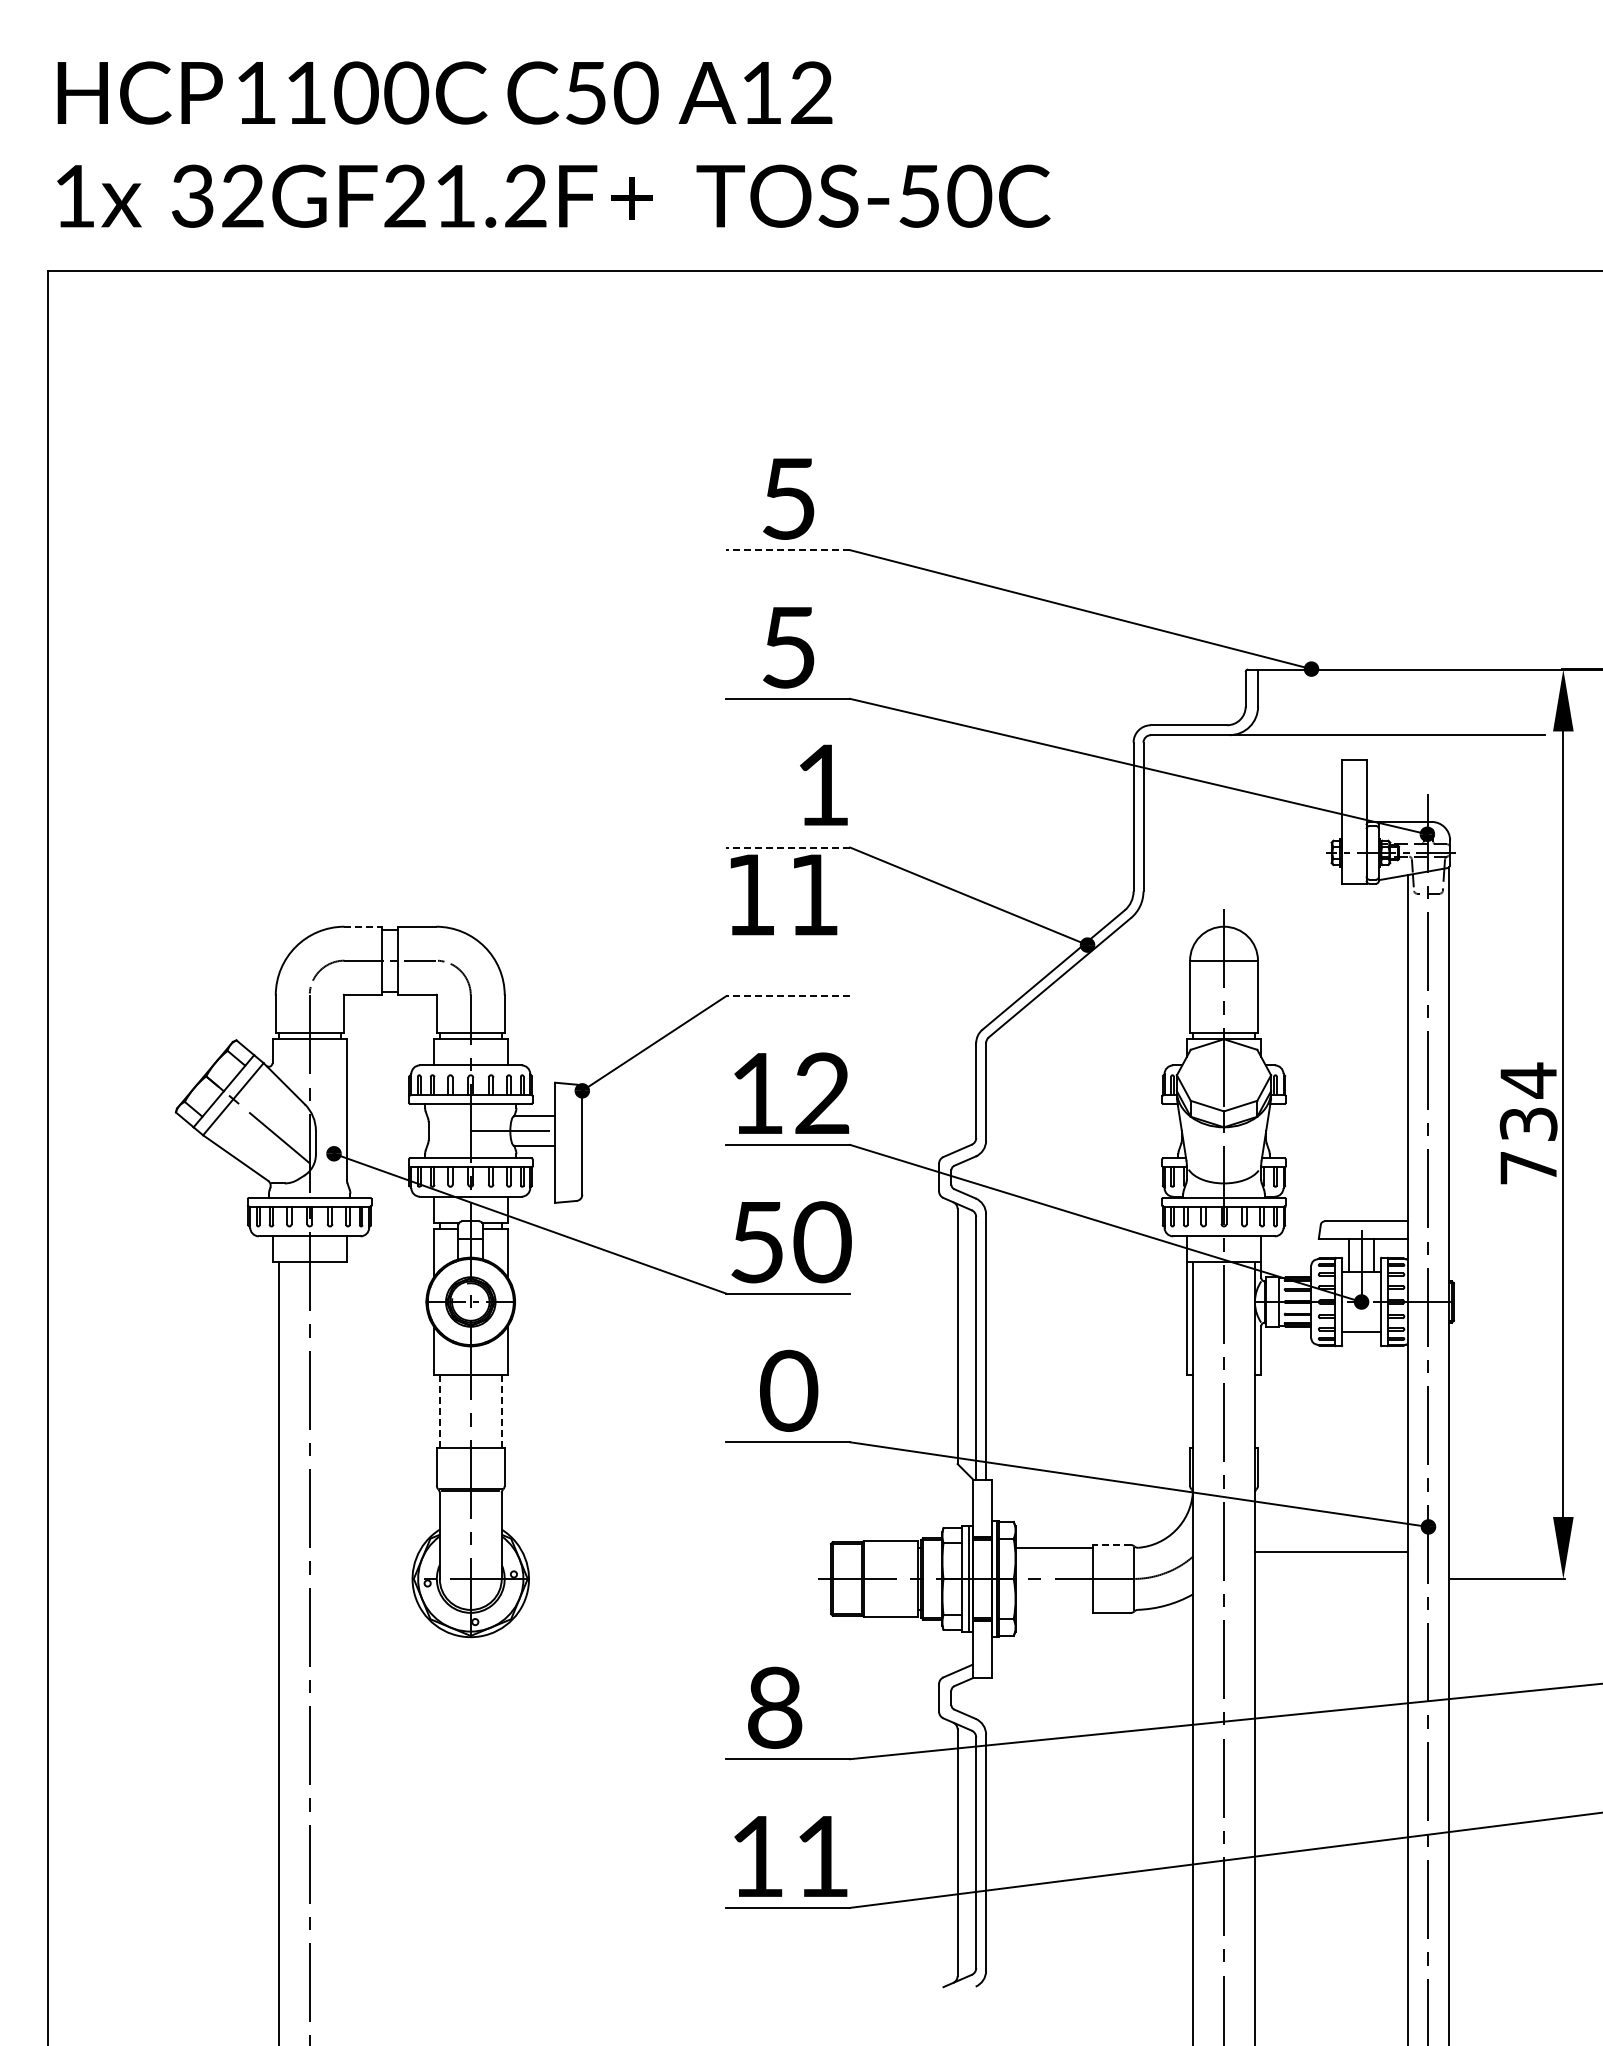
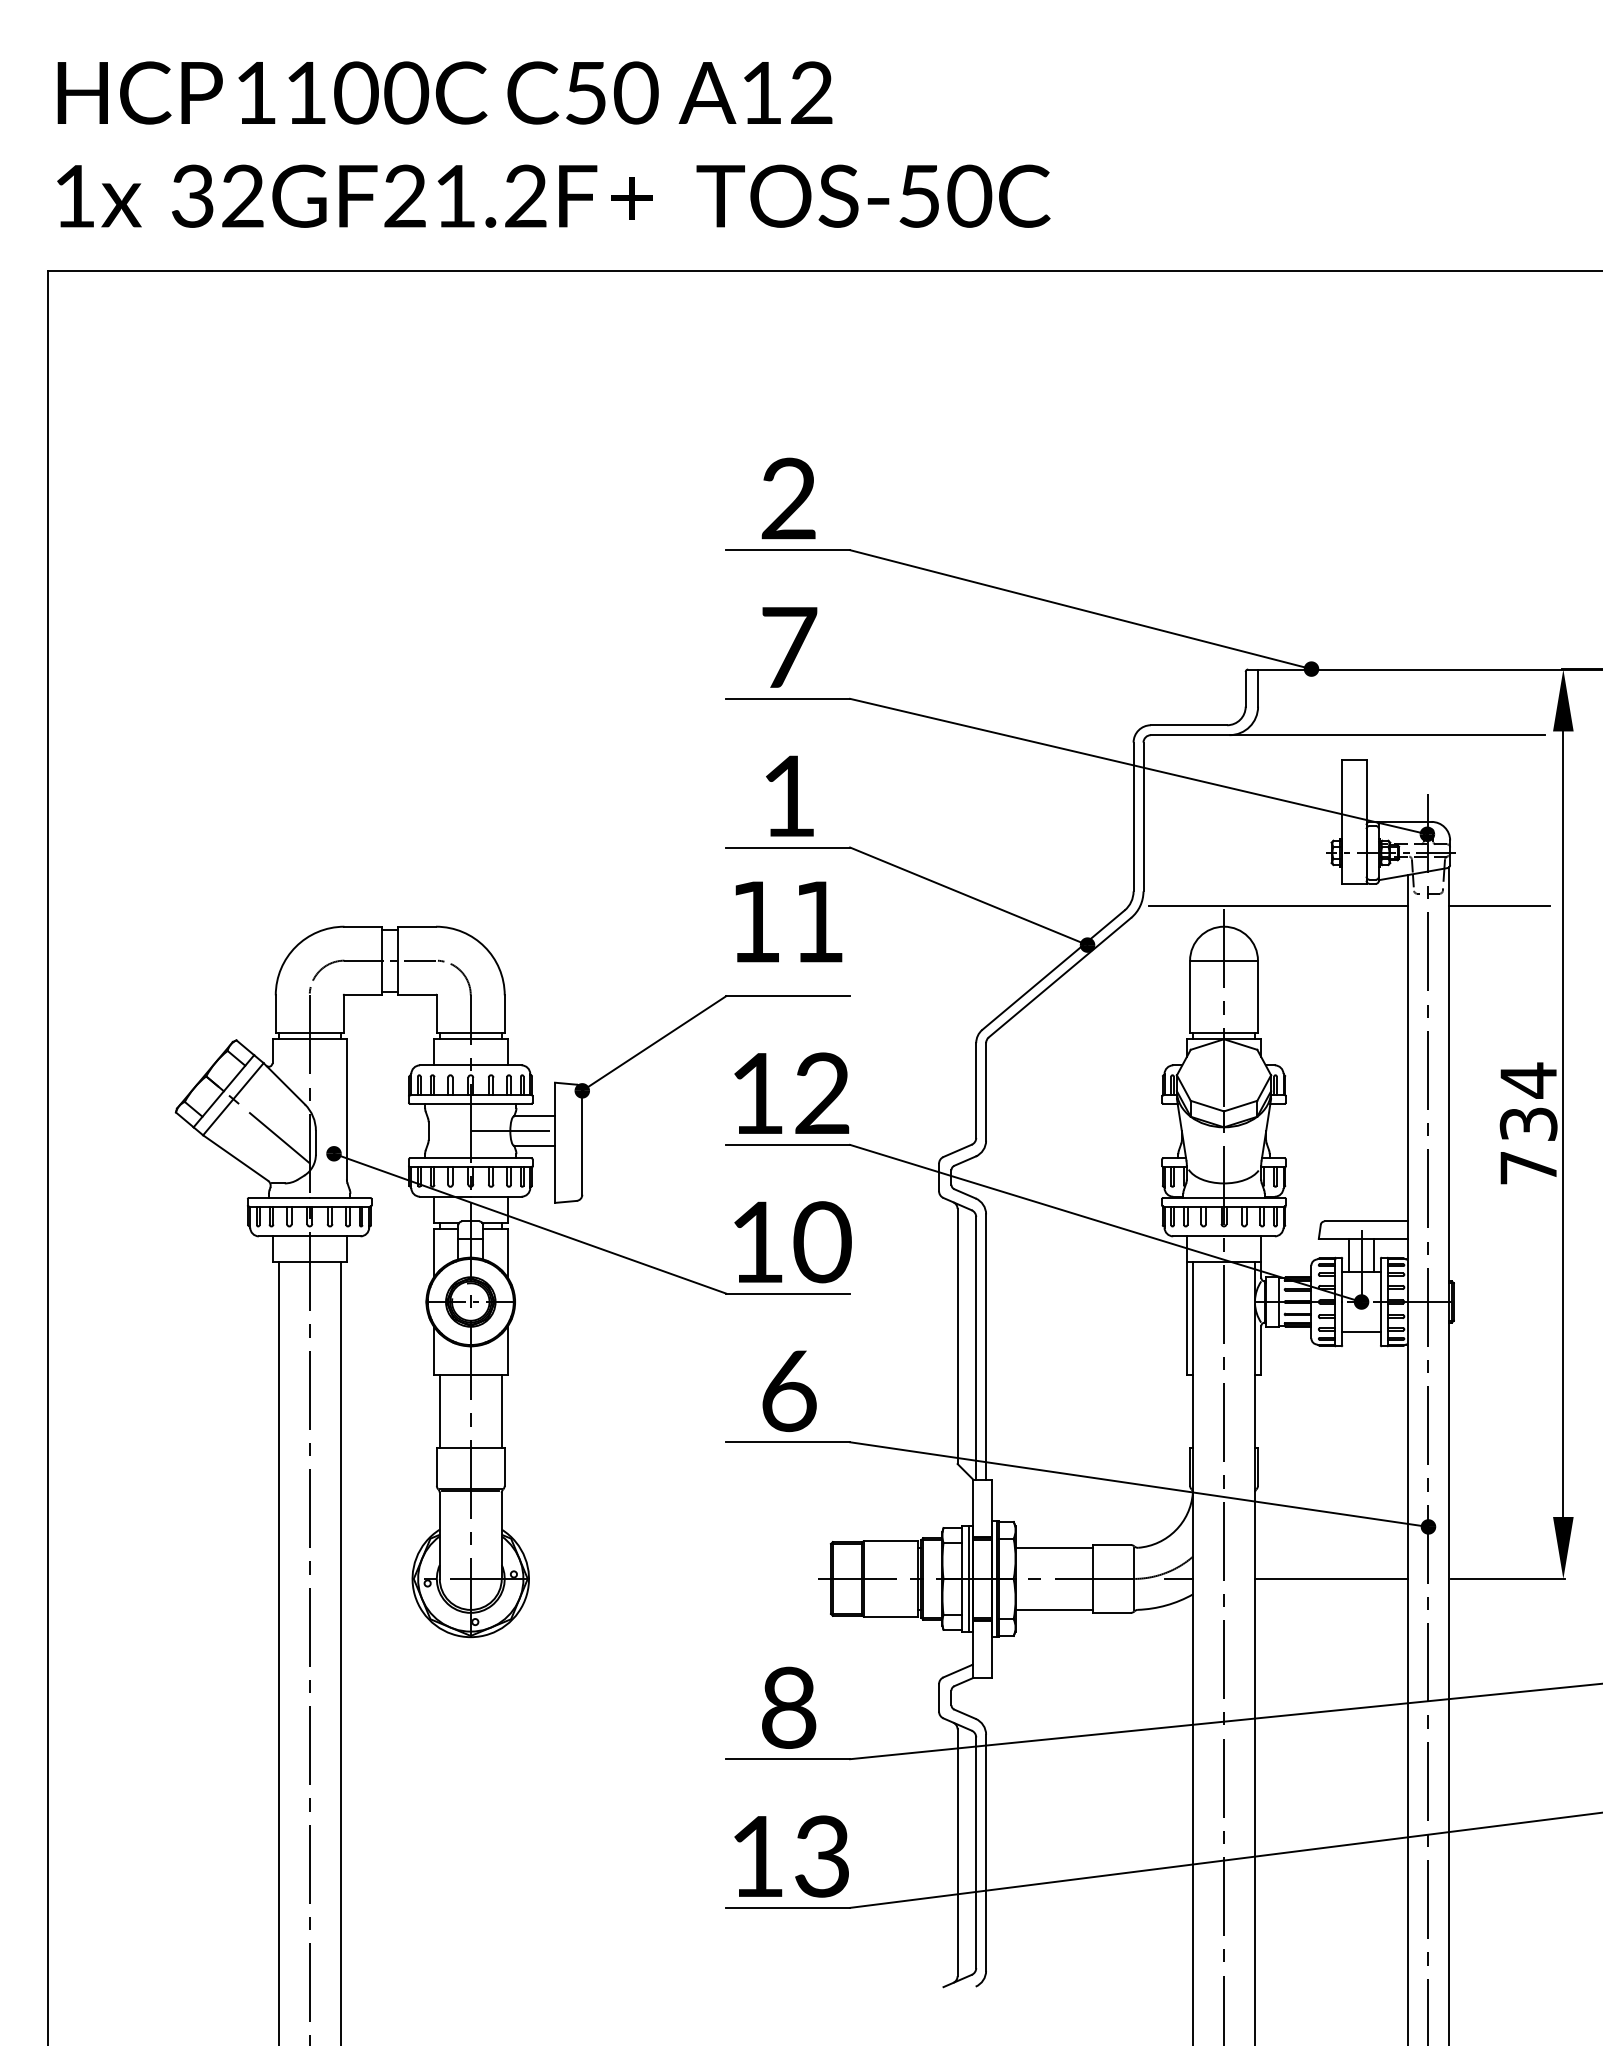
text at (788, 498): 5 -> 2
line at (788, 550): dashed -> solid
text at (789, 647): 5 -> 7
text at (823, 784) position: (823, 784) -> (789, 795)
line at (788, 847): dashed -> solid
text at (783, 894) position: (783, 894) -> (788, 921)
line at (1278, 906): none -> present
line at (1499, 906): none -> present
line at (363, 926): dashed -> solid
line at (788, 996): dashed -> solid
text at (756, 1242): 50 -> 10
text at (789, 1390): 0 -> 6
line at (439, 1410): dashed -> solid
line at (501, 1410): dashed -> solid
line at (1111, 1545): dashed -> solid
line at (1331, 1551) position: (1331, 1551) -> (1331, 1578)
line at (1178, 1578): none -> present
line at (1053, 1609): none -> present
line at (340, 1652): none -> present
text at (775, 1707) position: (775, 1707) -> (789, 1707)
text at (821, 1856): 11 -> 13
